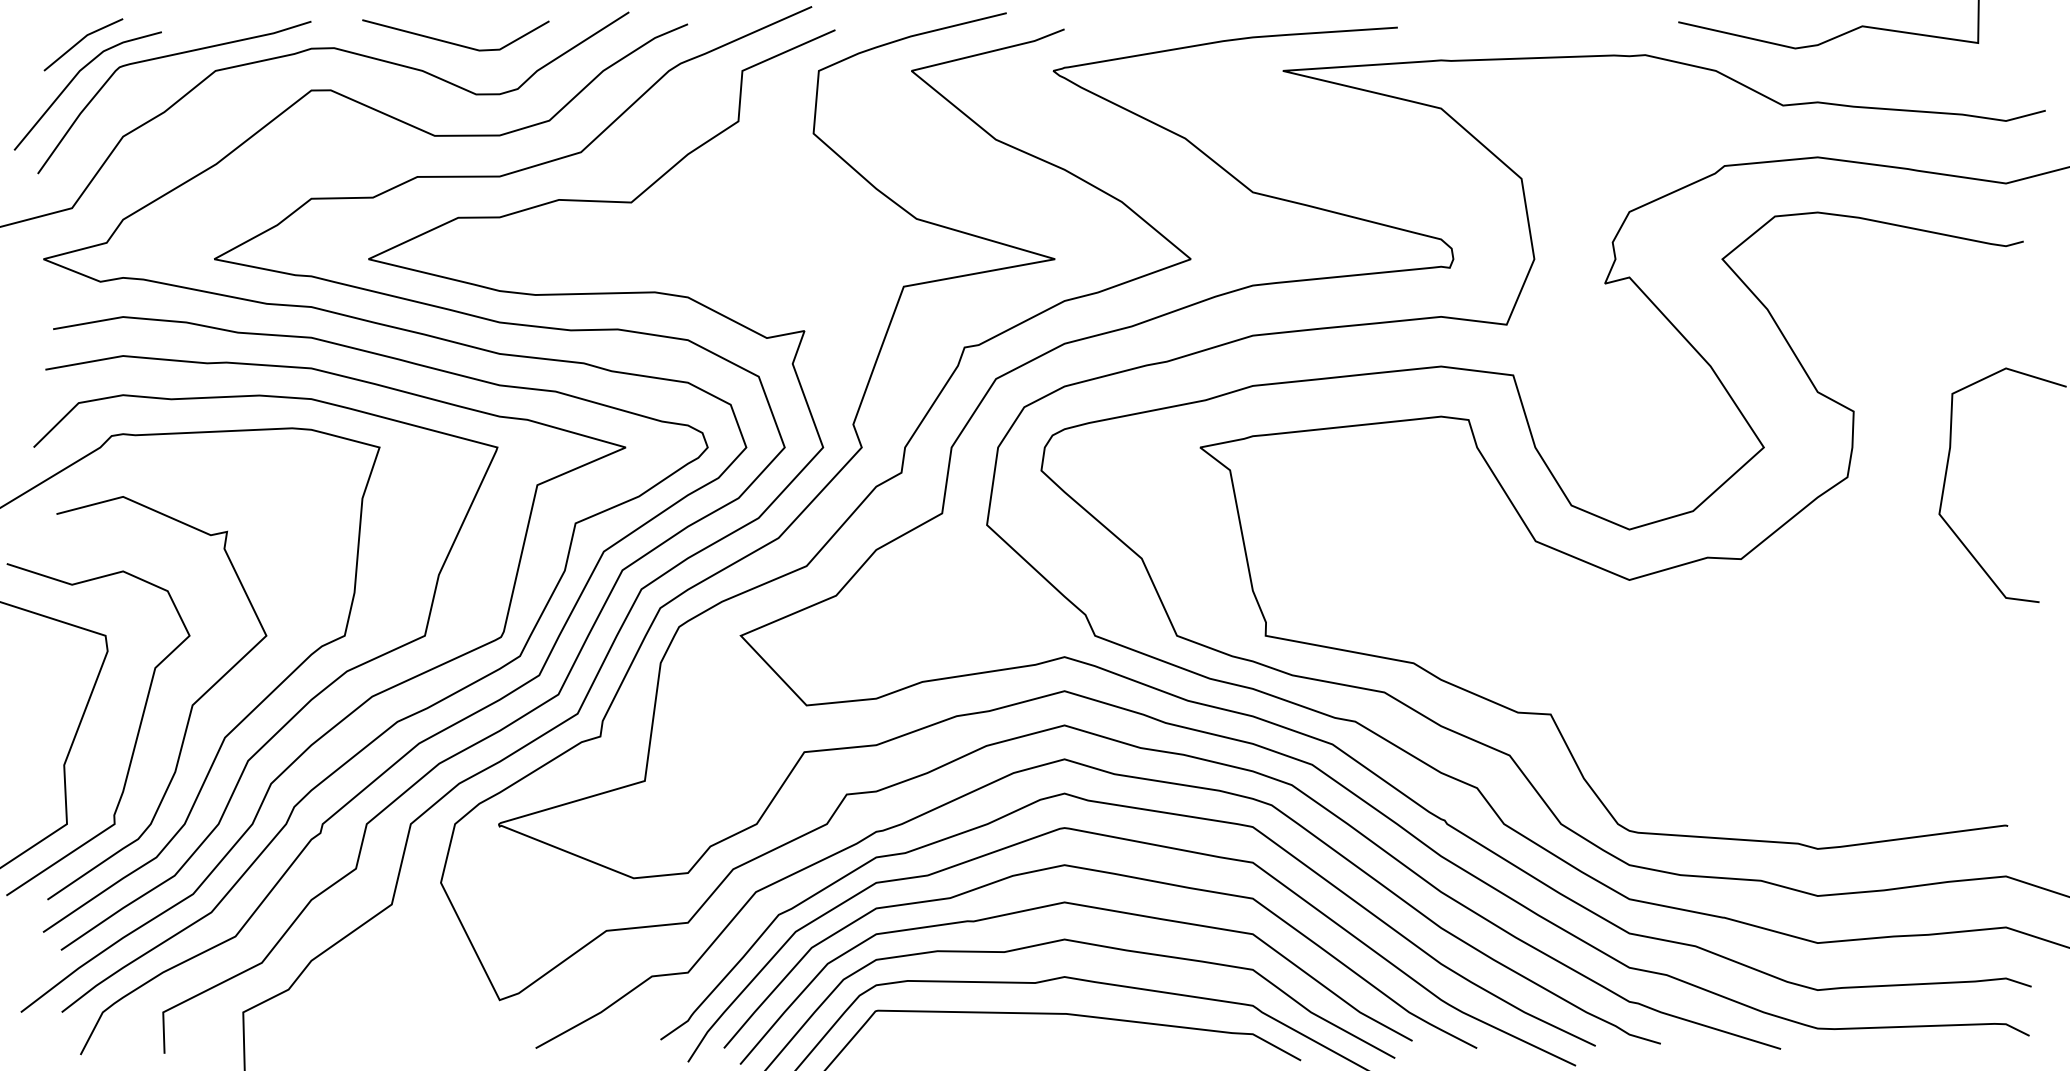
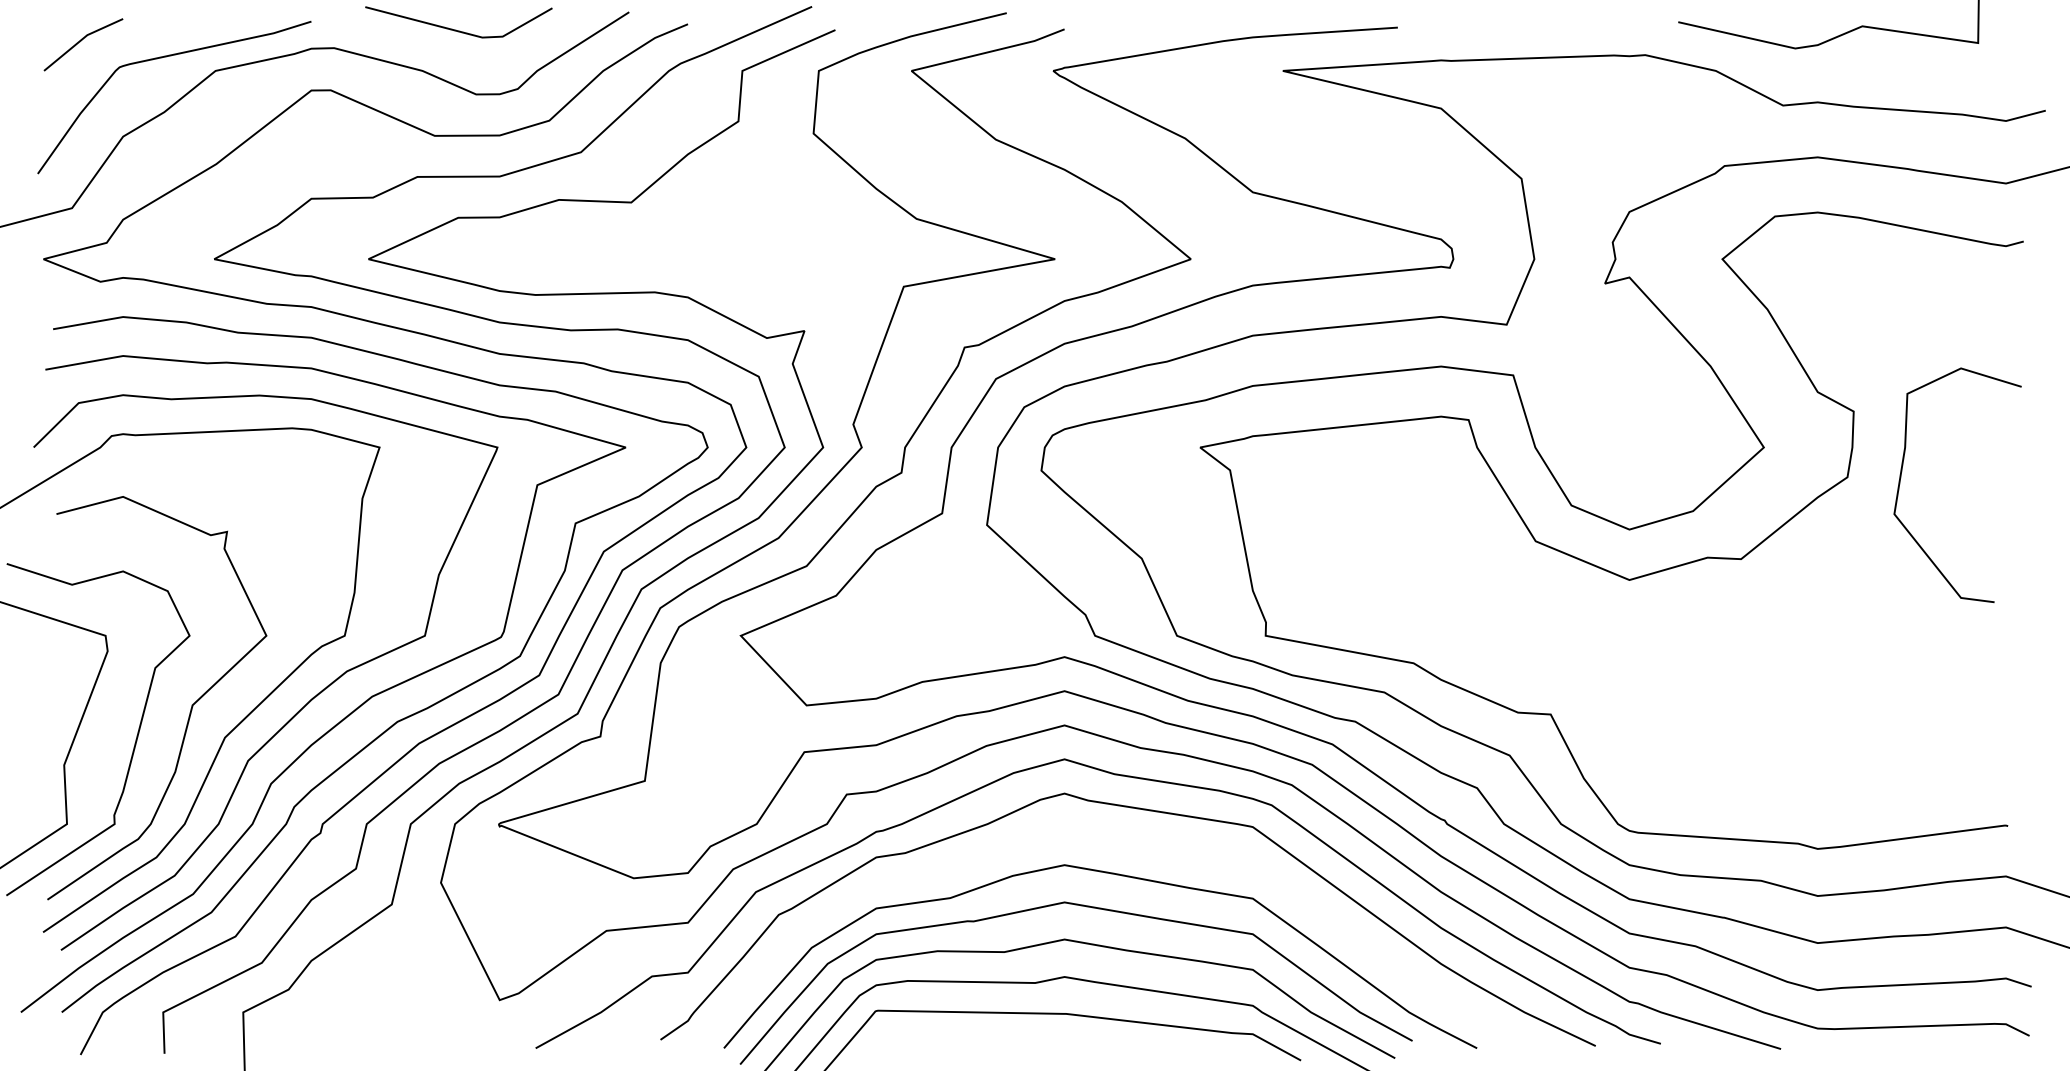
line at (453, 42) position: (453, 42) -> (456, 29)
line at (73, 80): present -> none
curve at (1946, 478) position: (1946, 478) -> (1901, 478)
curve at (1151, 845): present -> none
